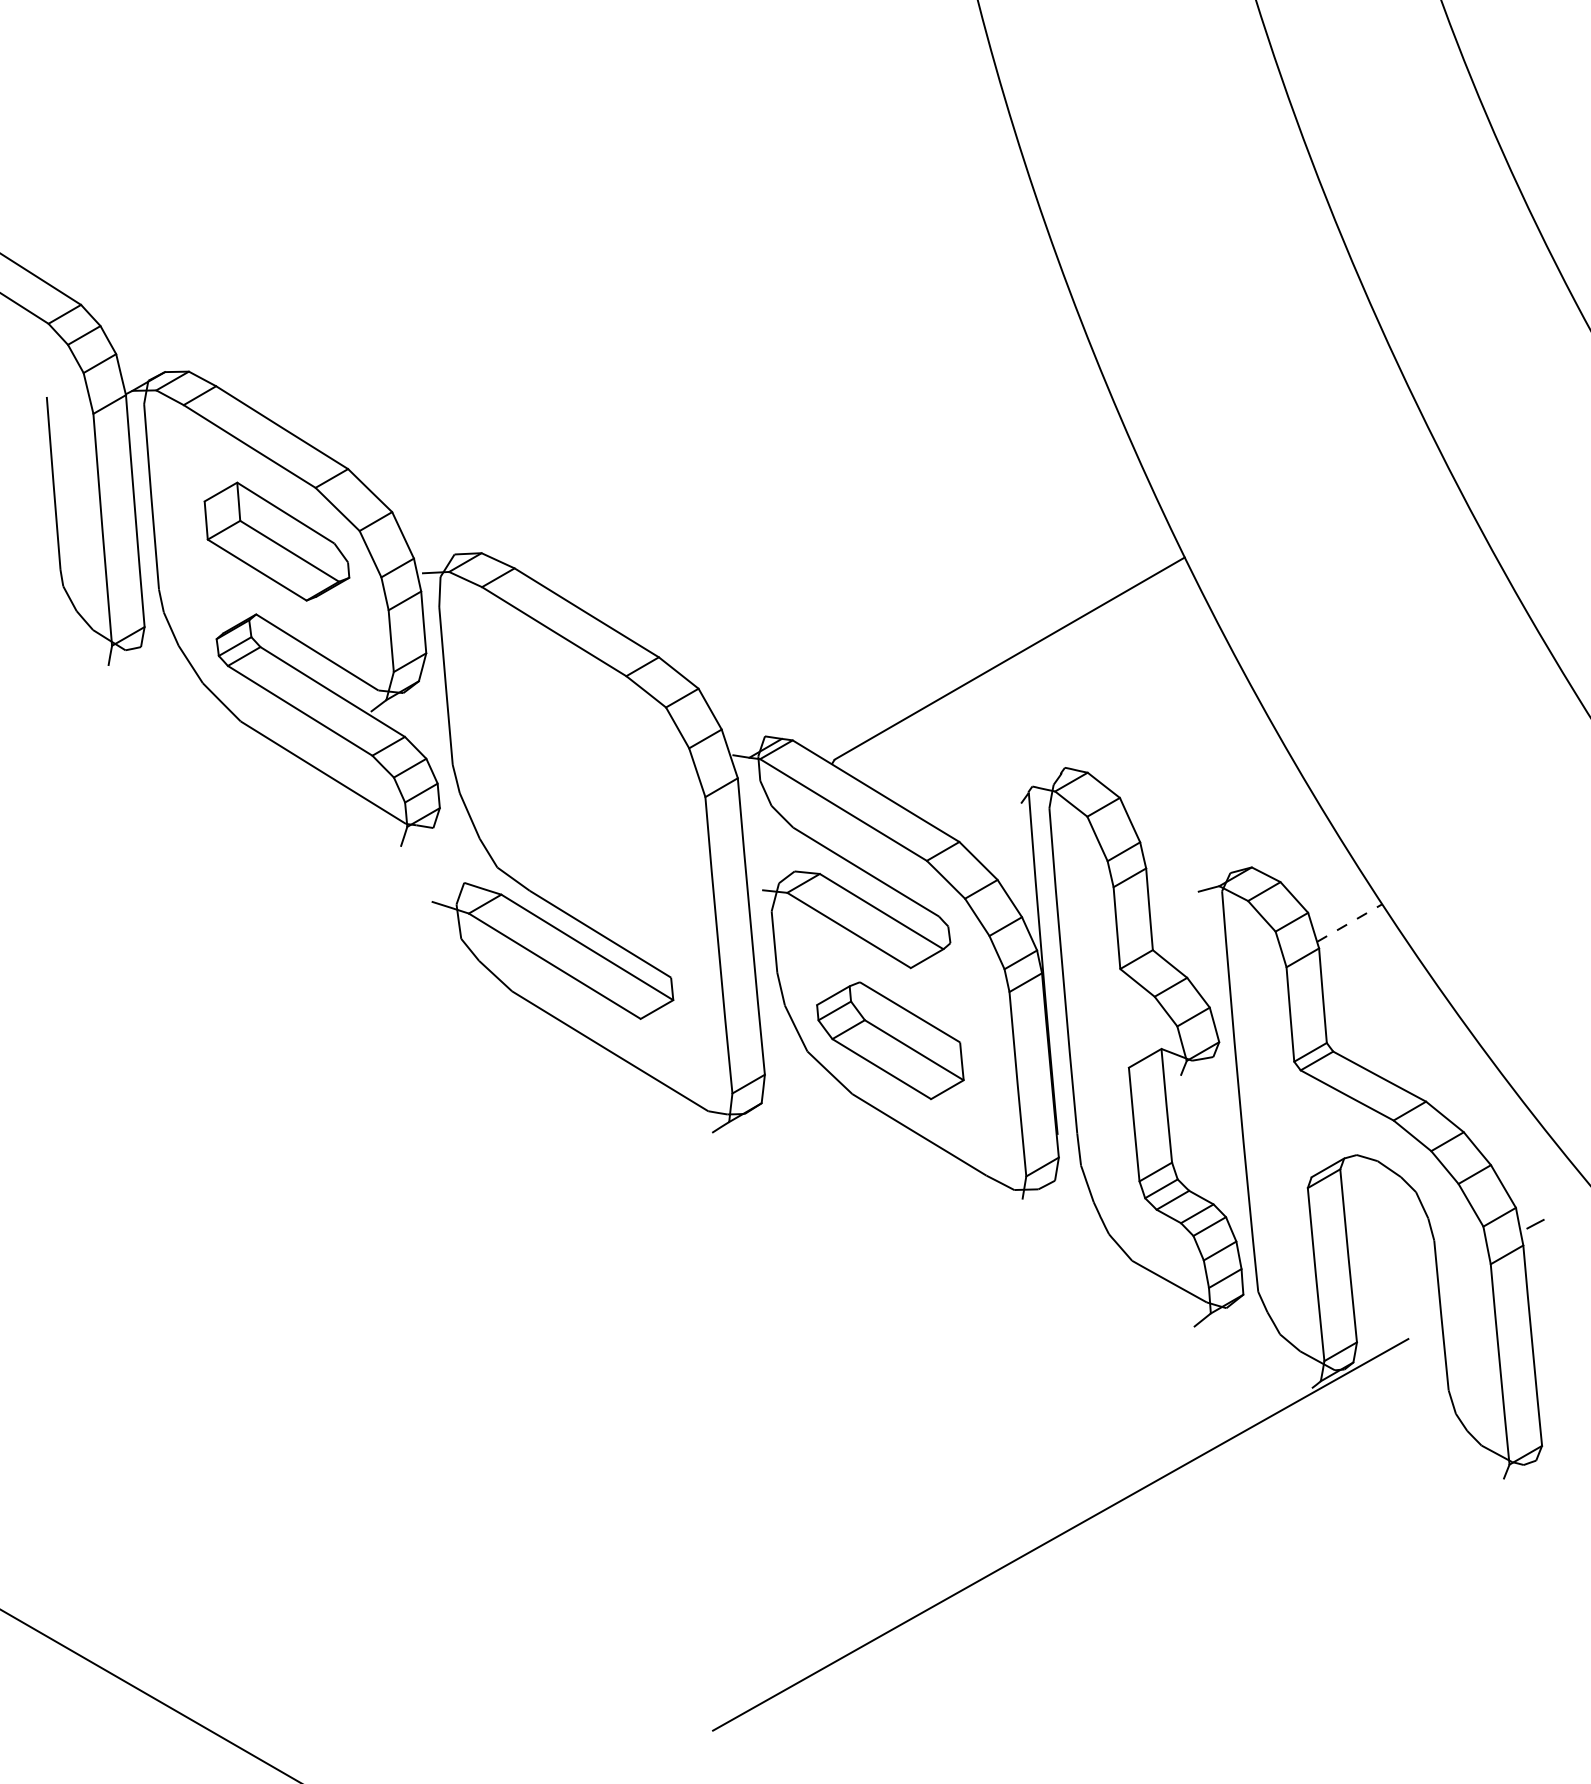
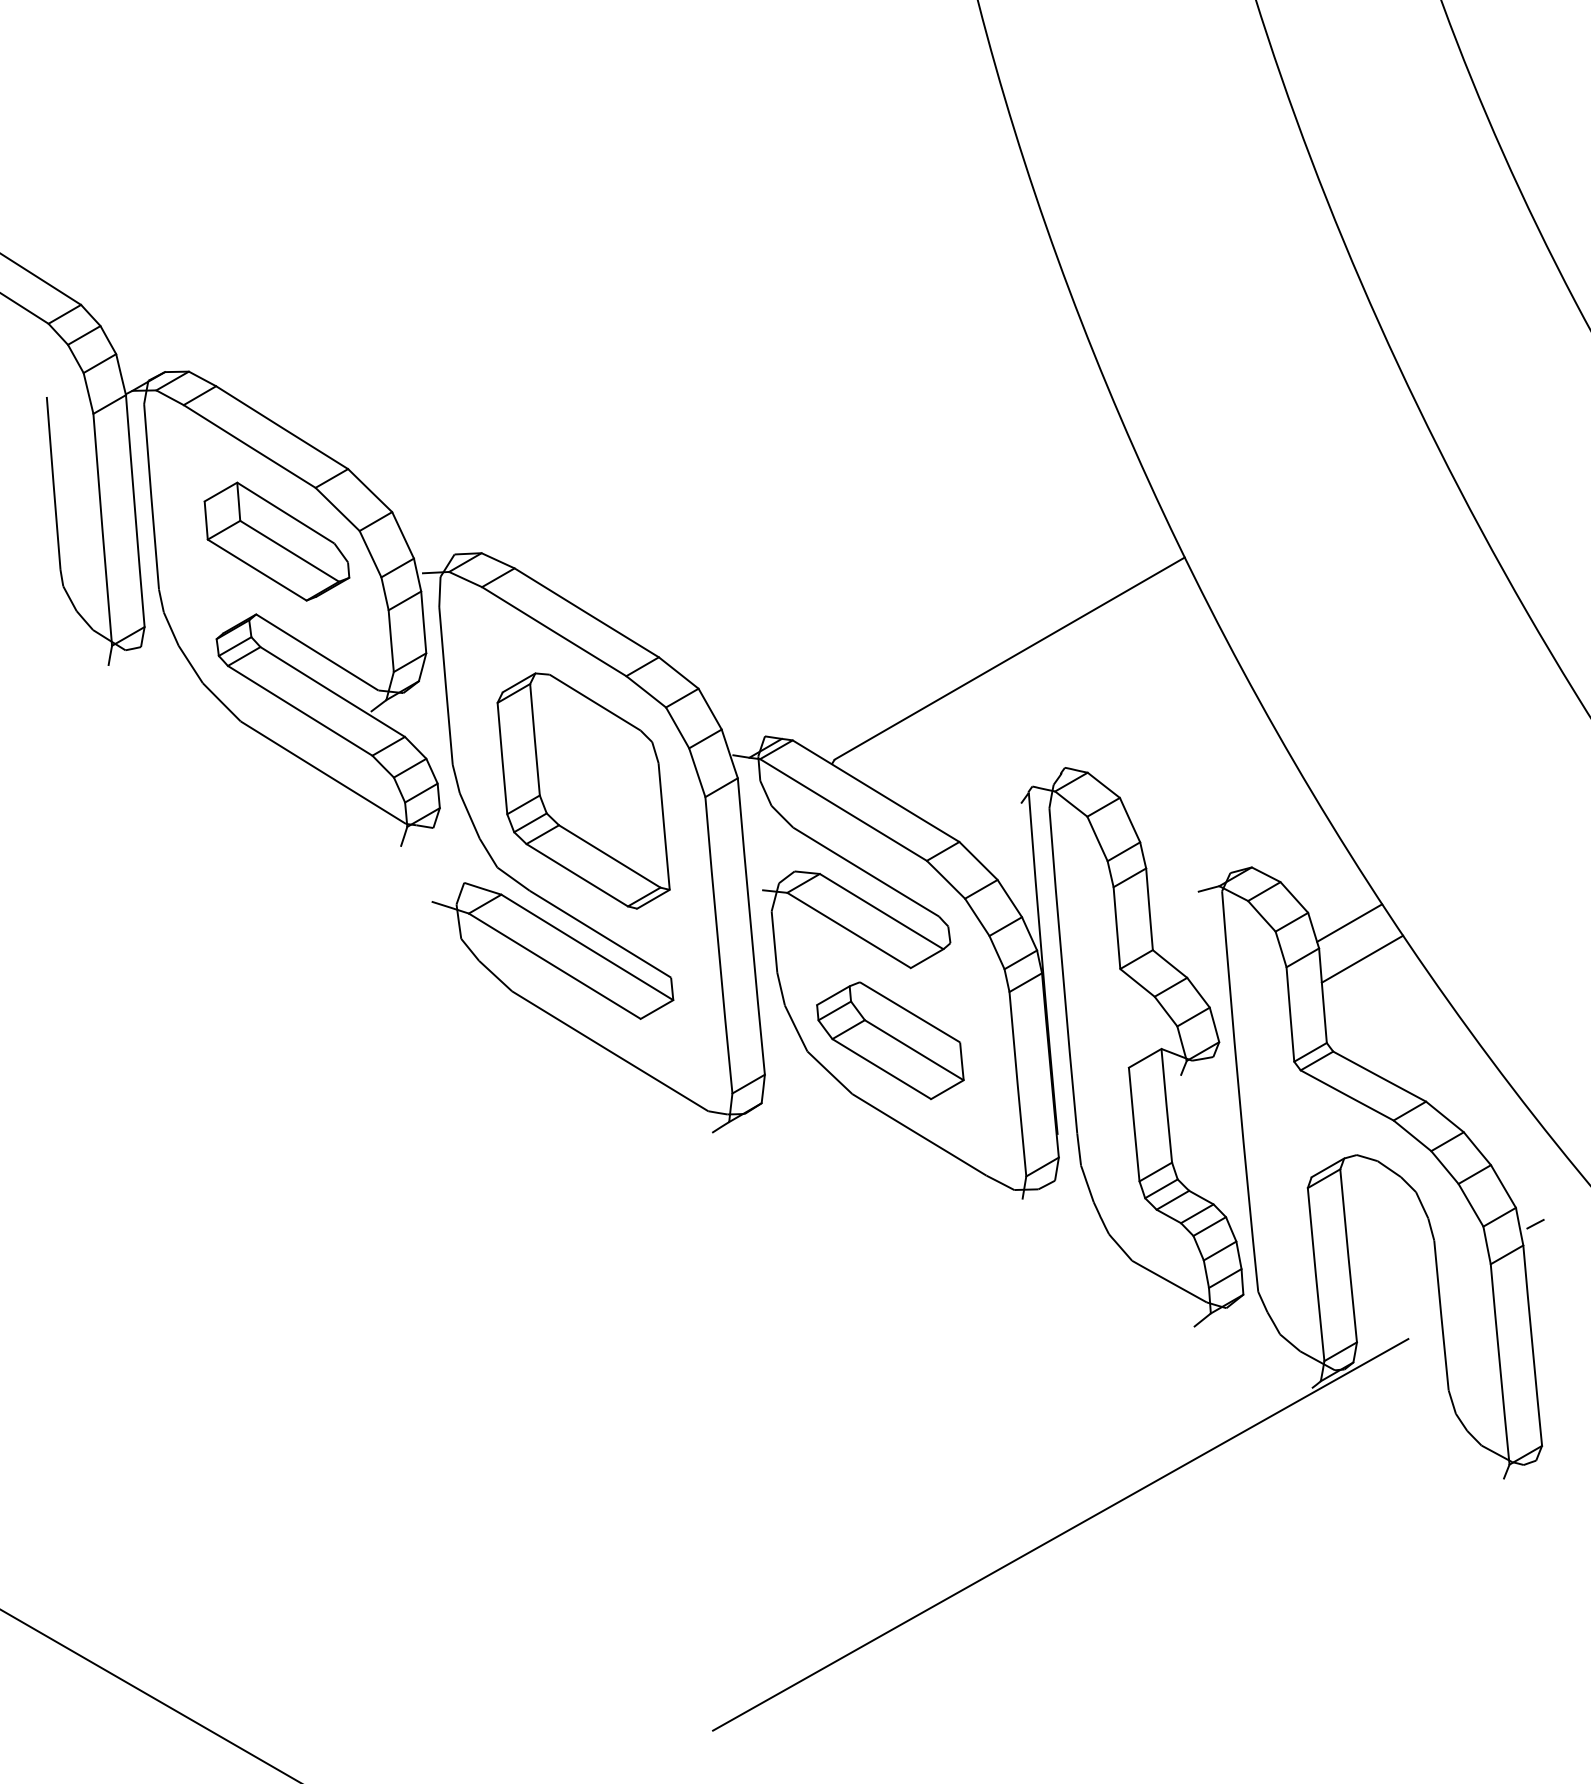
part at (583, 790): none -> present
line at (1349, 923): dashed -> solid
line at (1362, 958): none -> present
